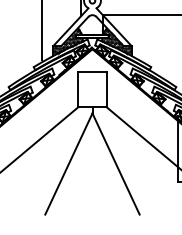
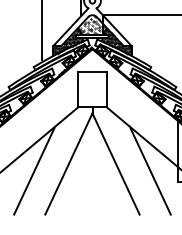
hatch at (91, 24): none -> present
line at (34, 170): none -> present
line at (149, 170): none -> present
